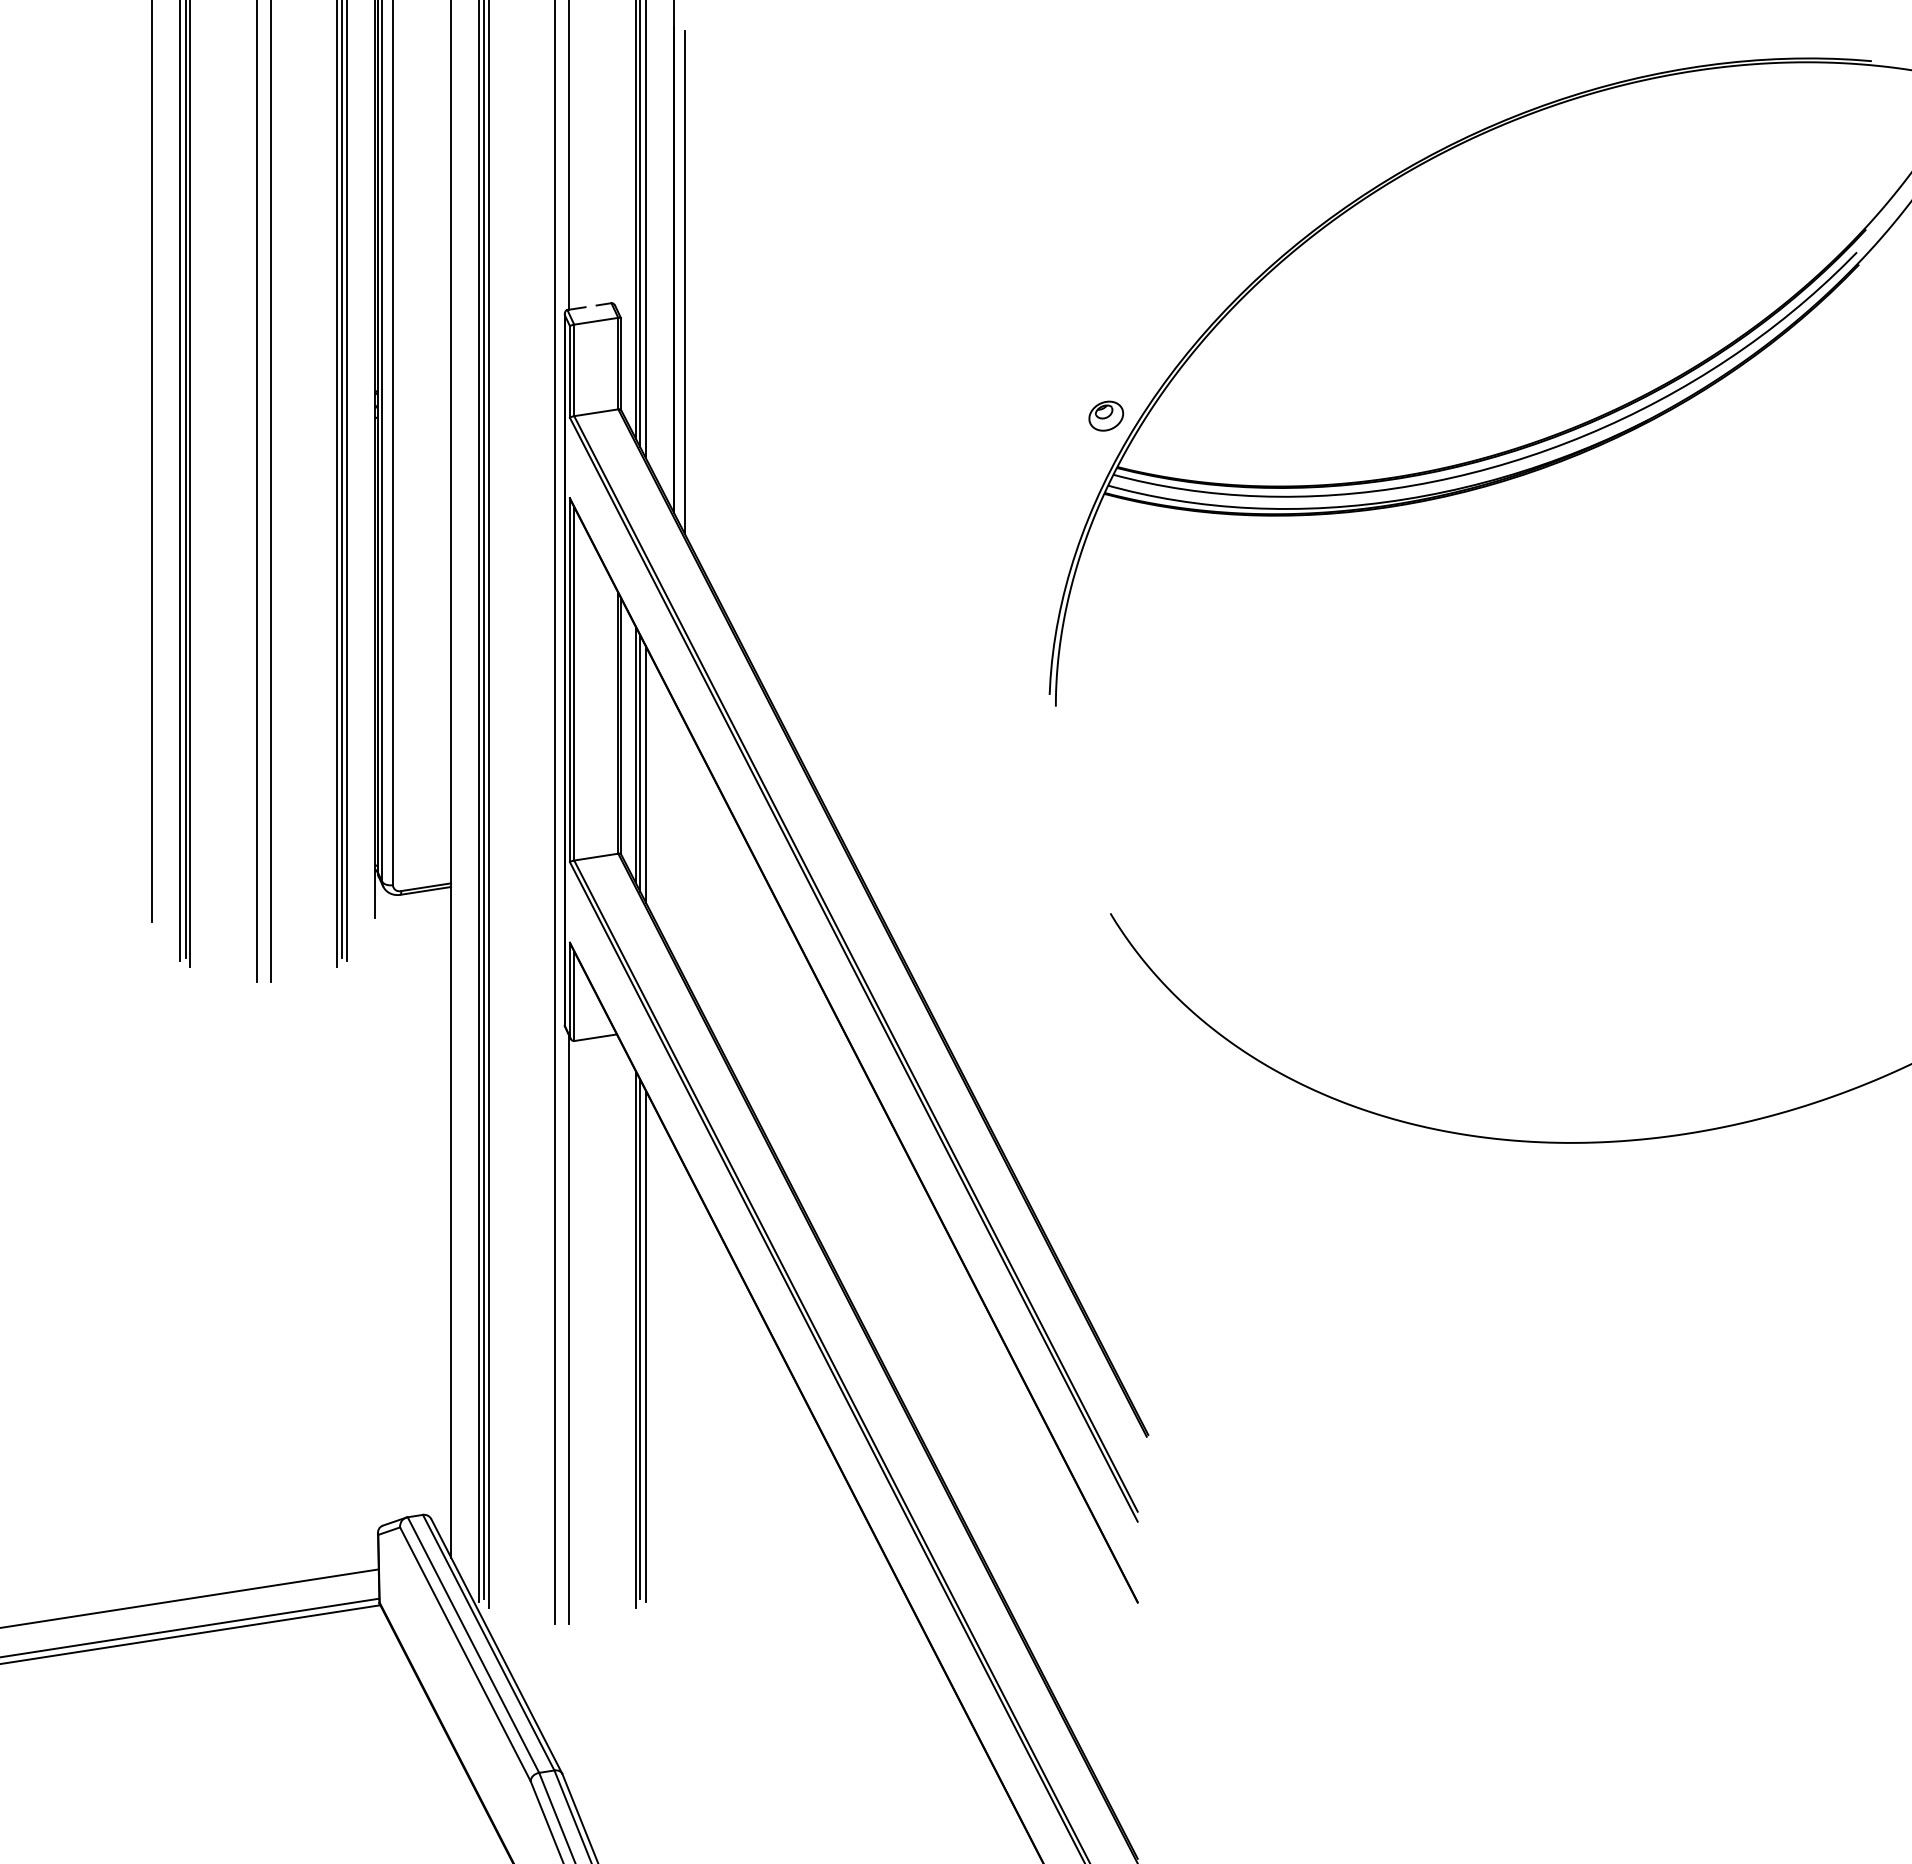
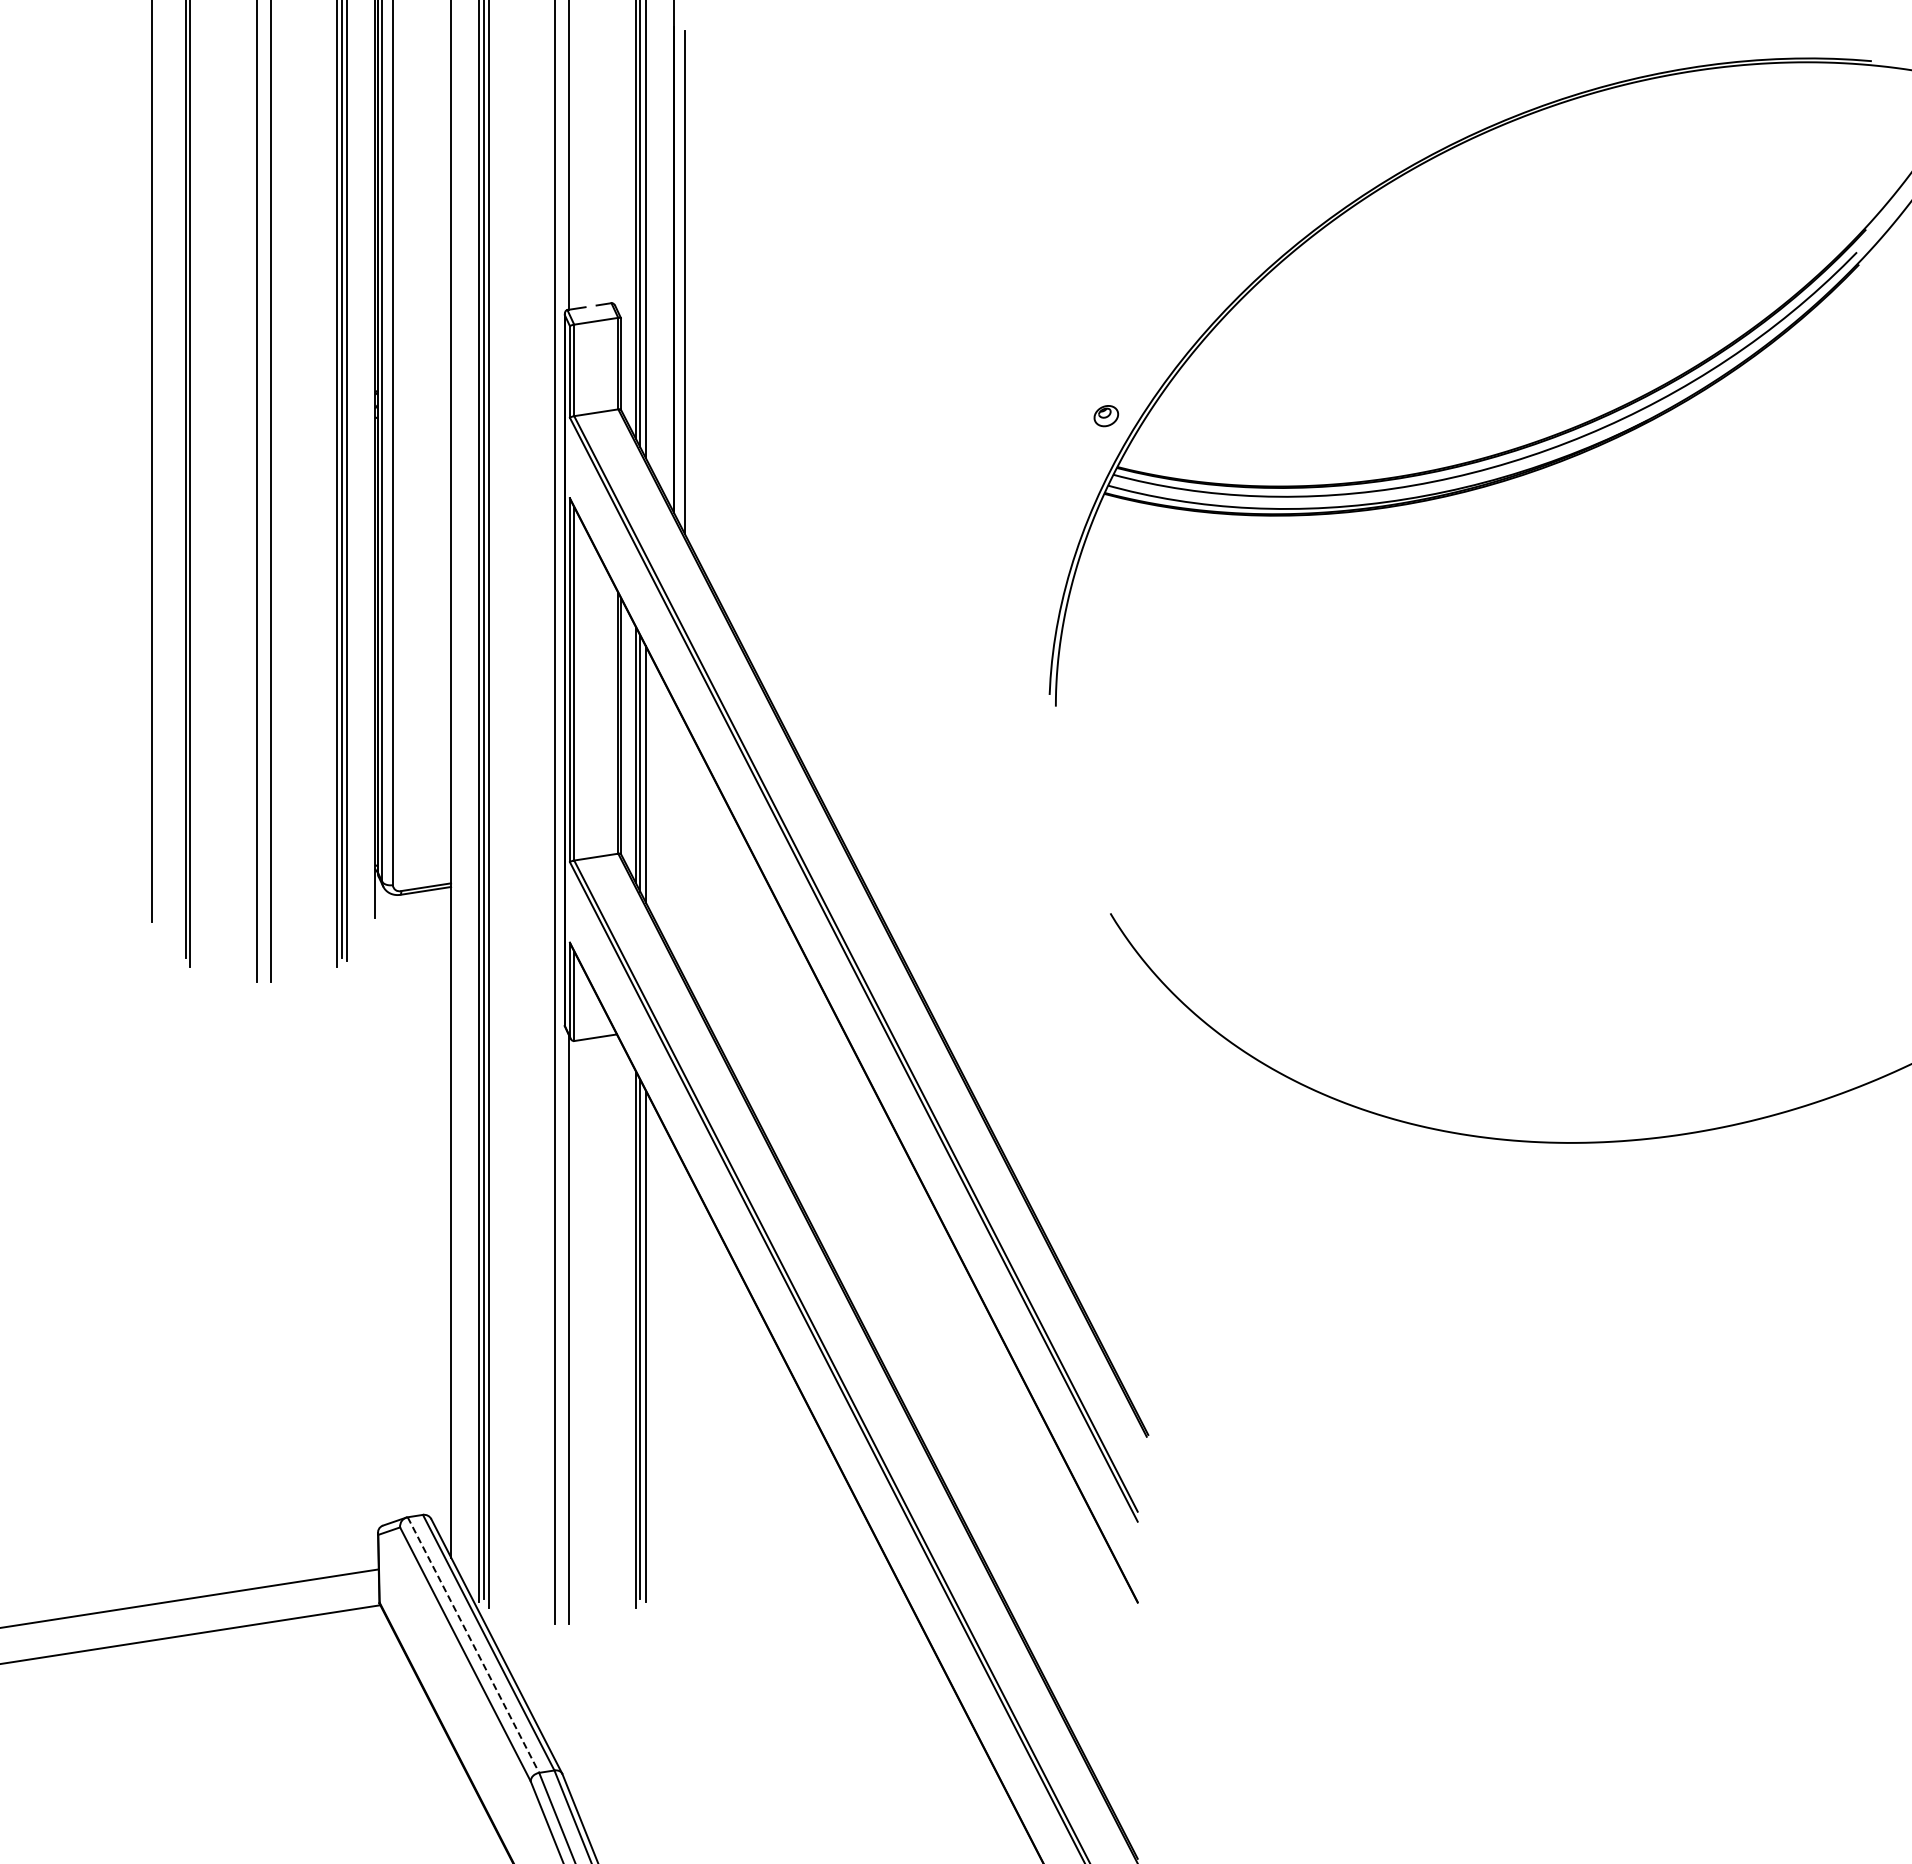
part at (1106, 415) size: 37x32 px -> 27x23 px
line at (180, 481): present -> none
line at (190, 1627): present -> none
line at (473, 1645): solid -> dashed
